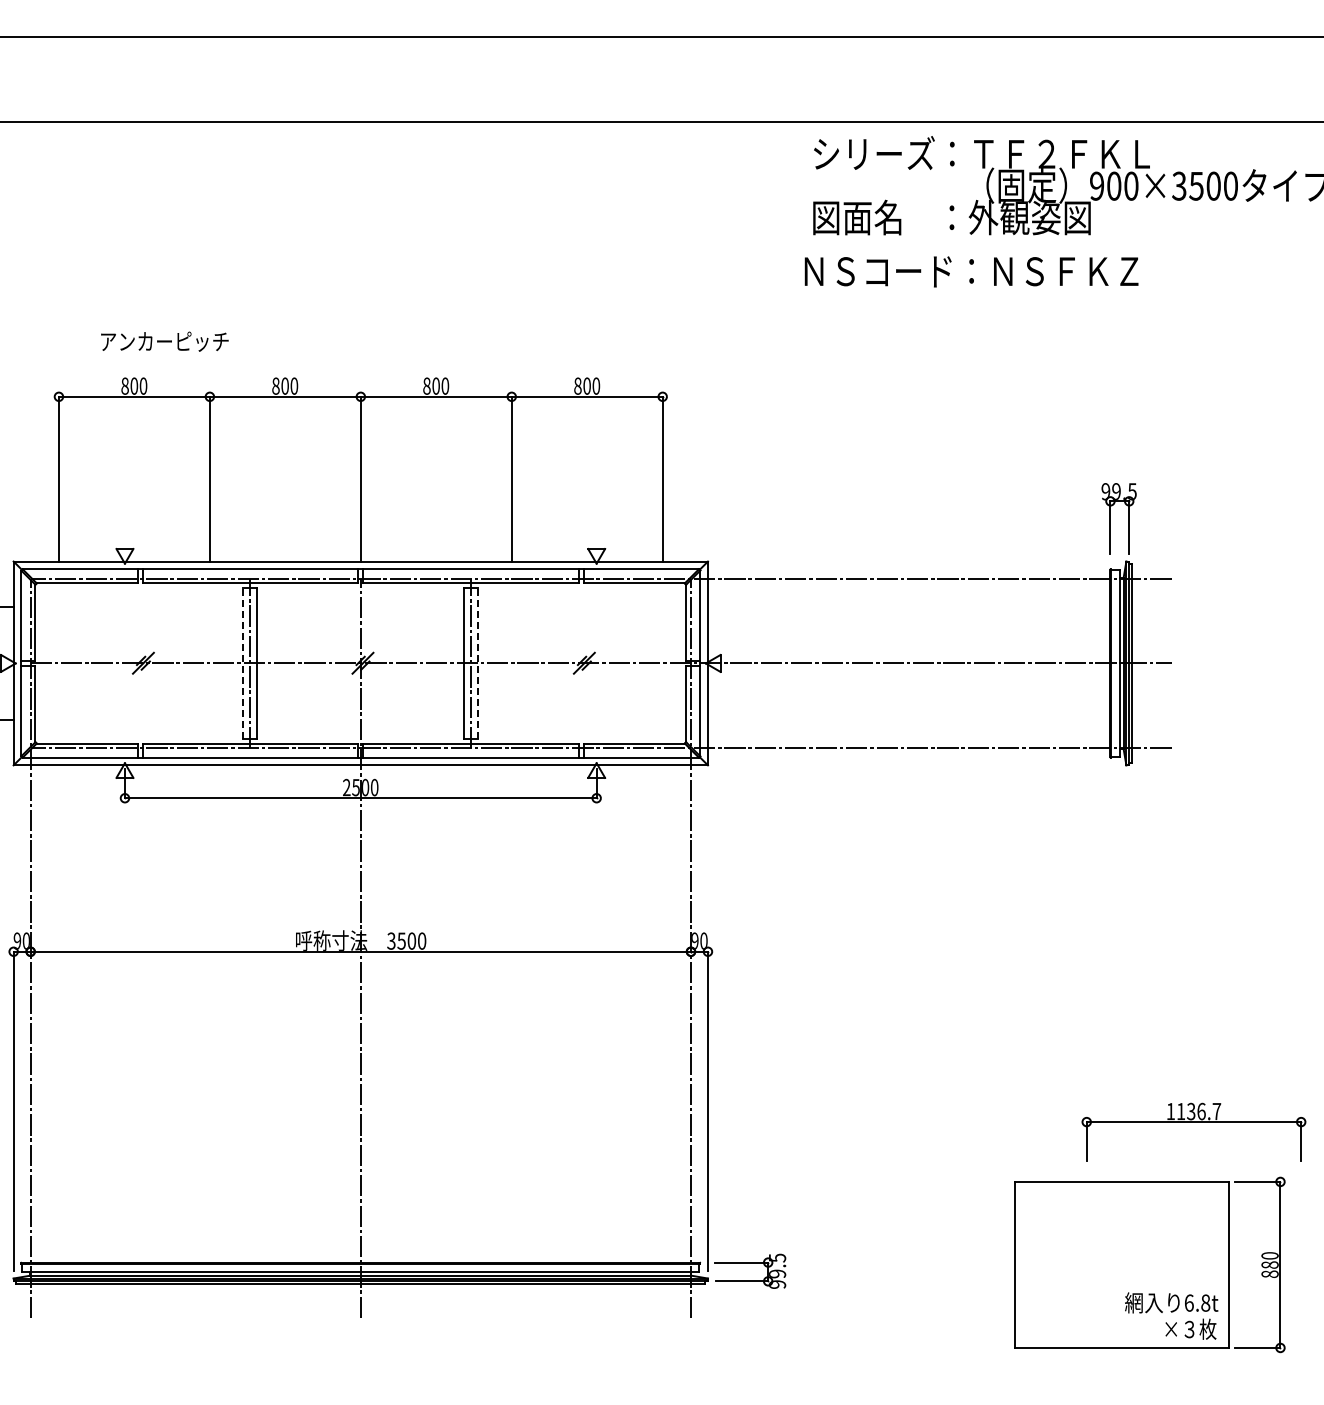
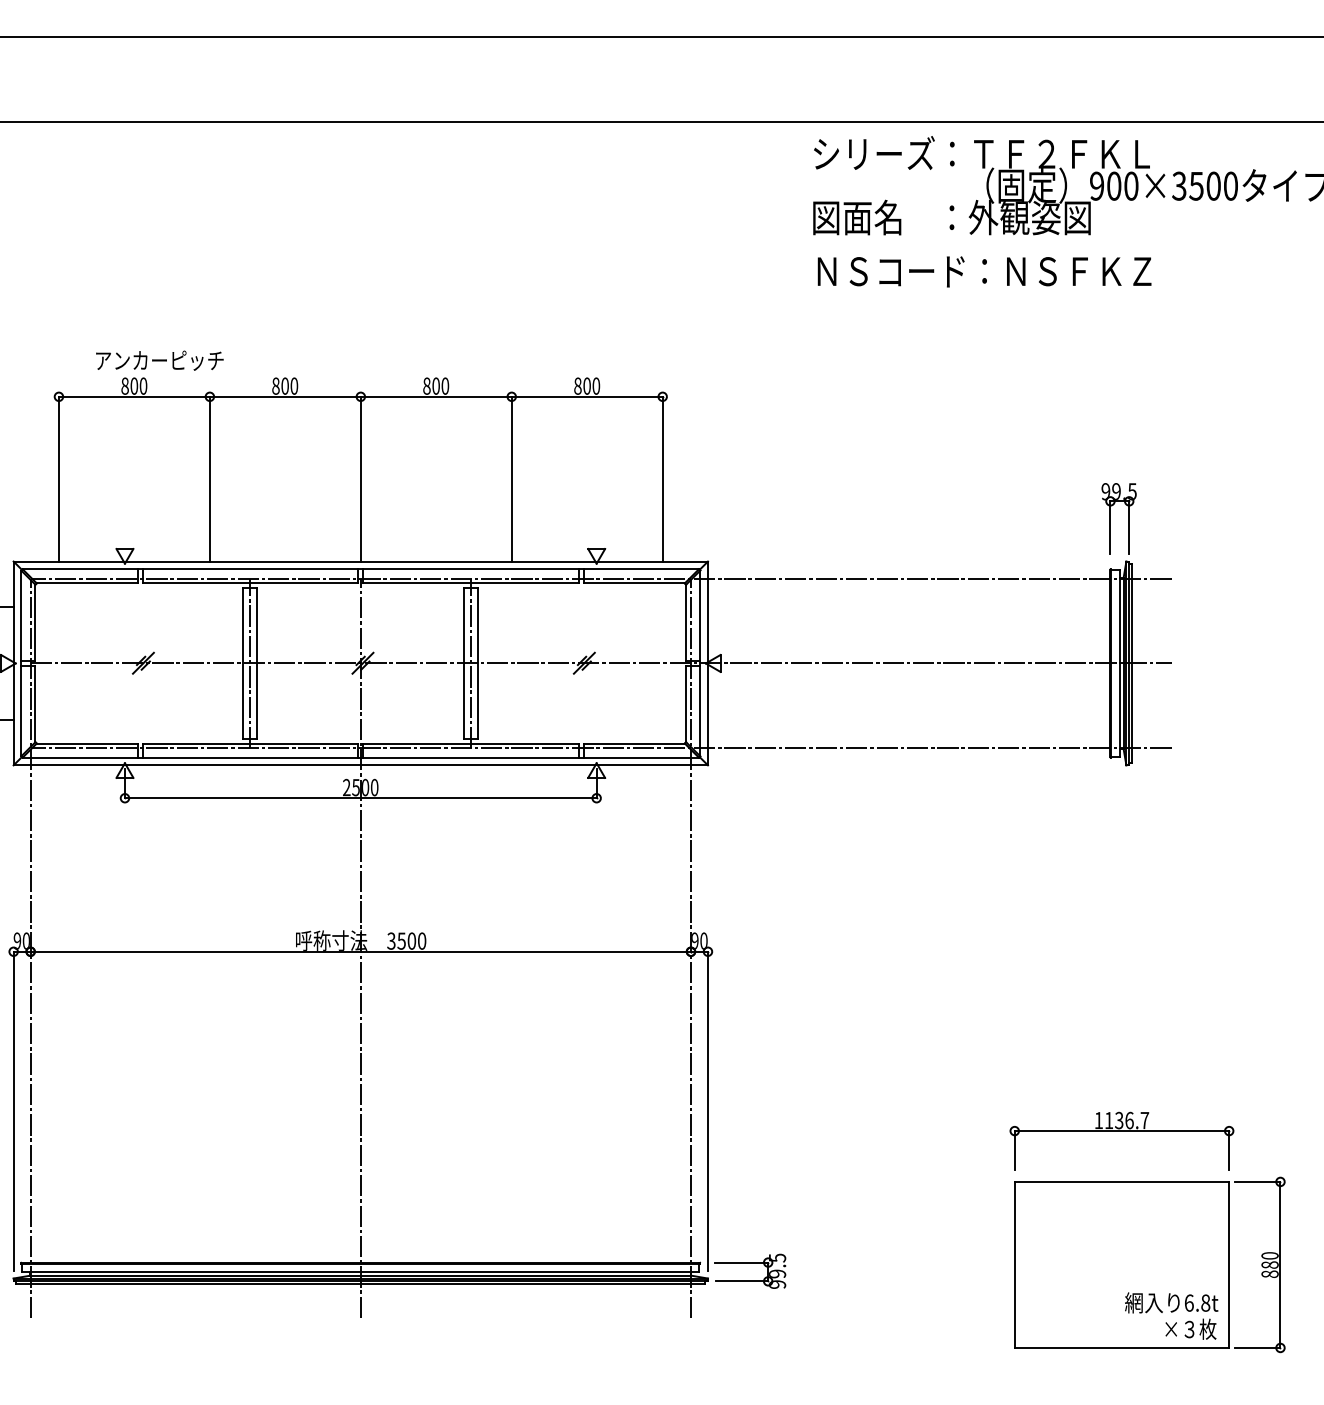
text at (971, 271) position: (971, 271) -> (984, 271)
text at (164, 341) position: (164, 341) -> (159, 360)
line at (243, 662): dashed -> solid
line at (478, 662): dashed -> solid
part at (1193, 1122) position: (1193, 1122) -> (1121, 1131)
